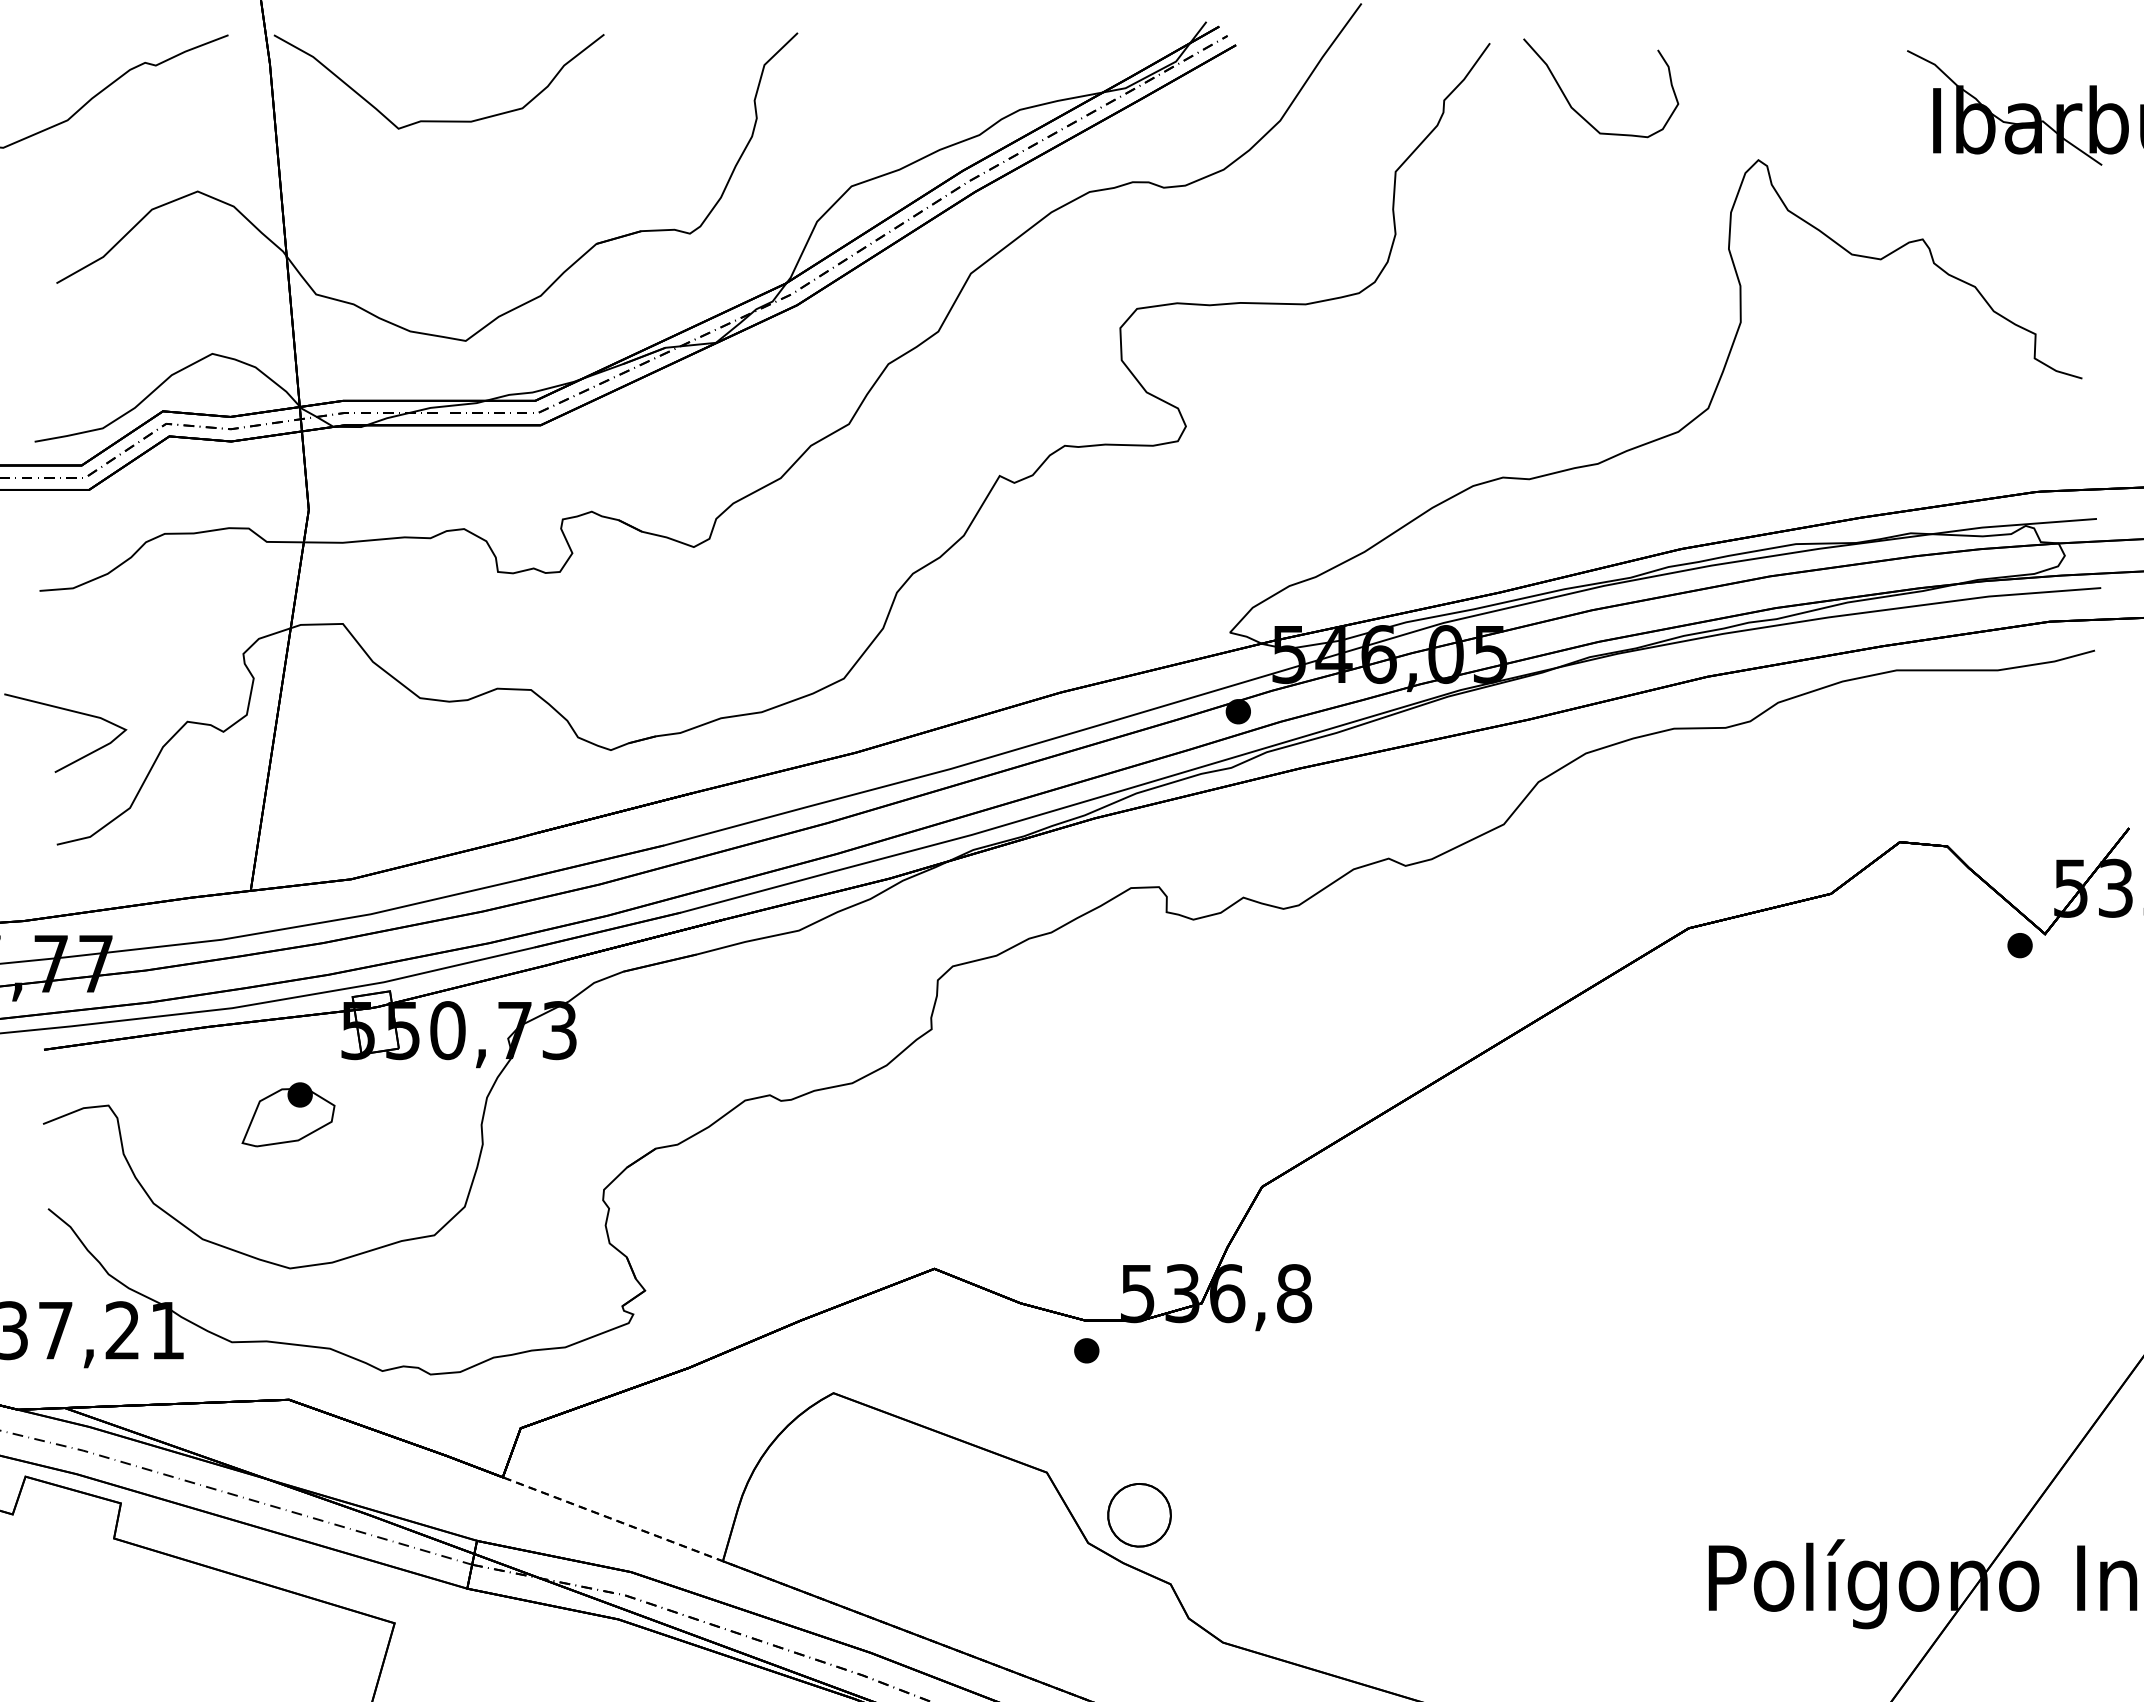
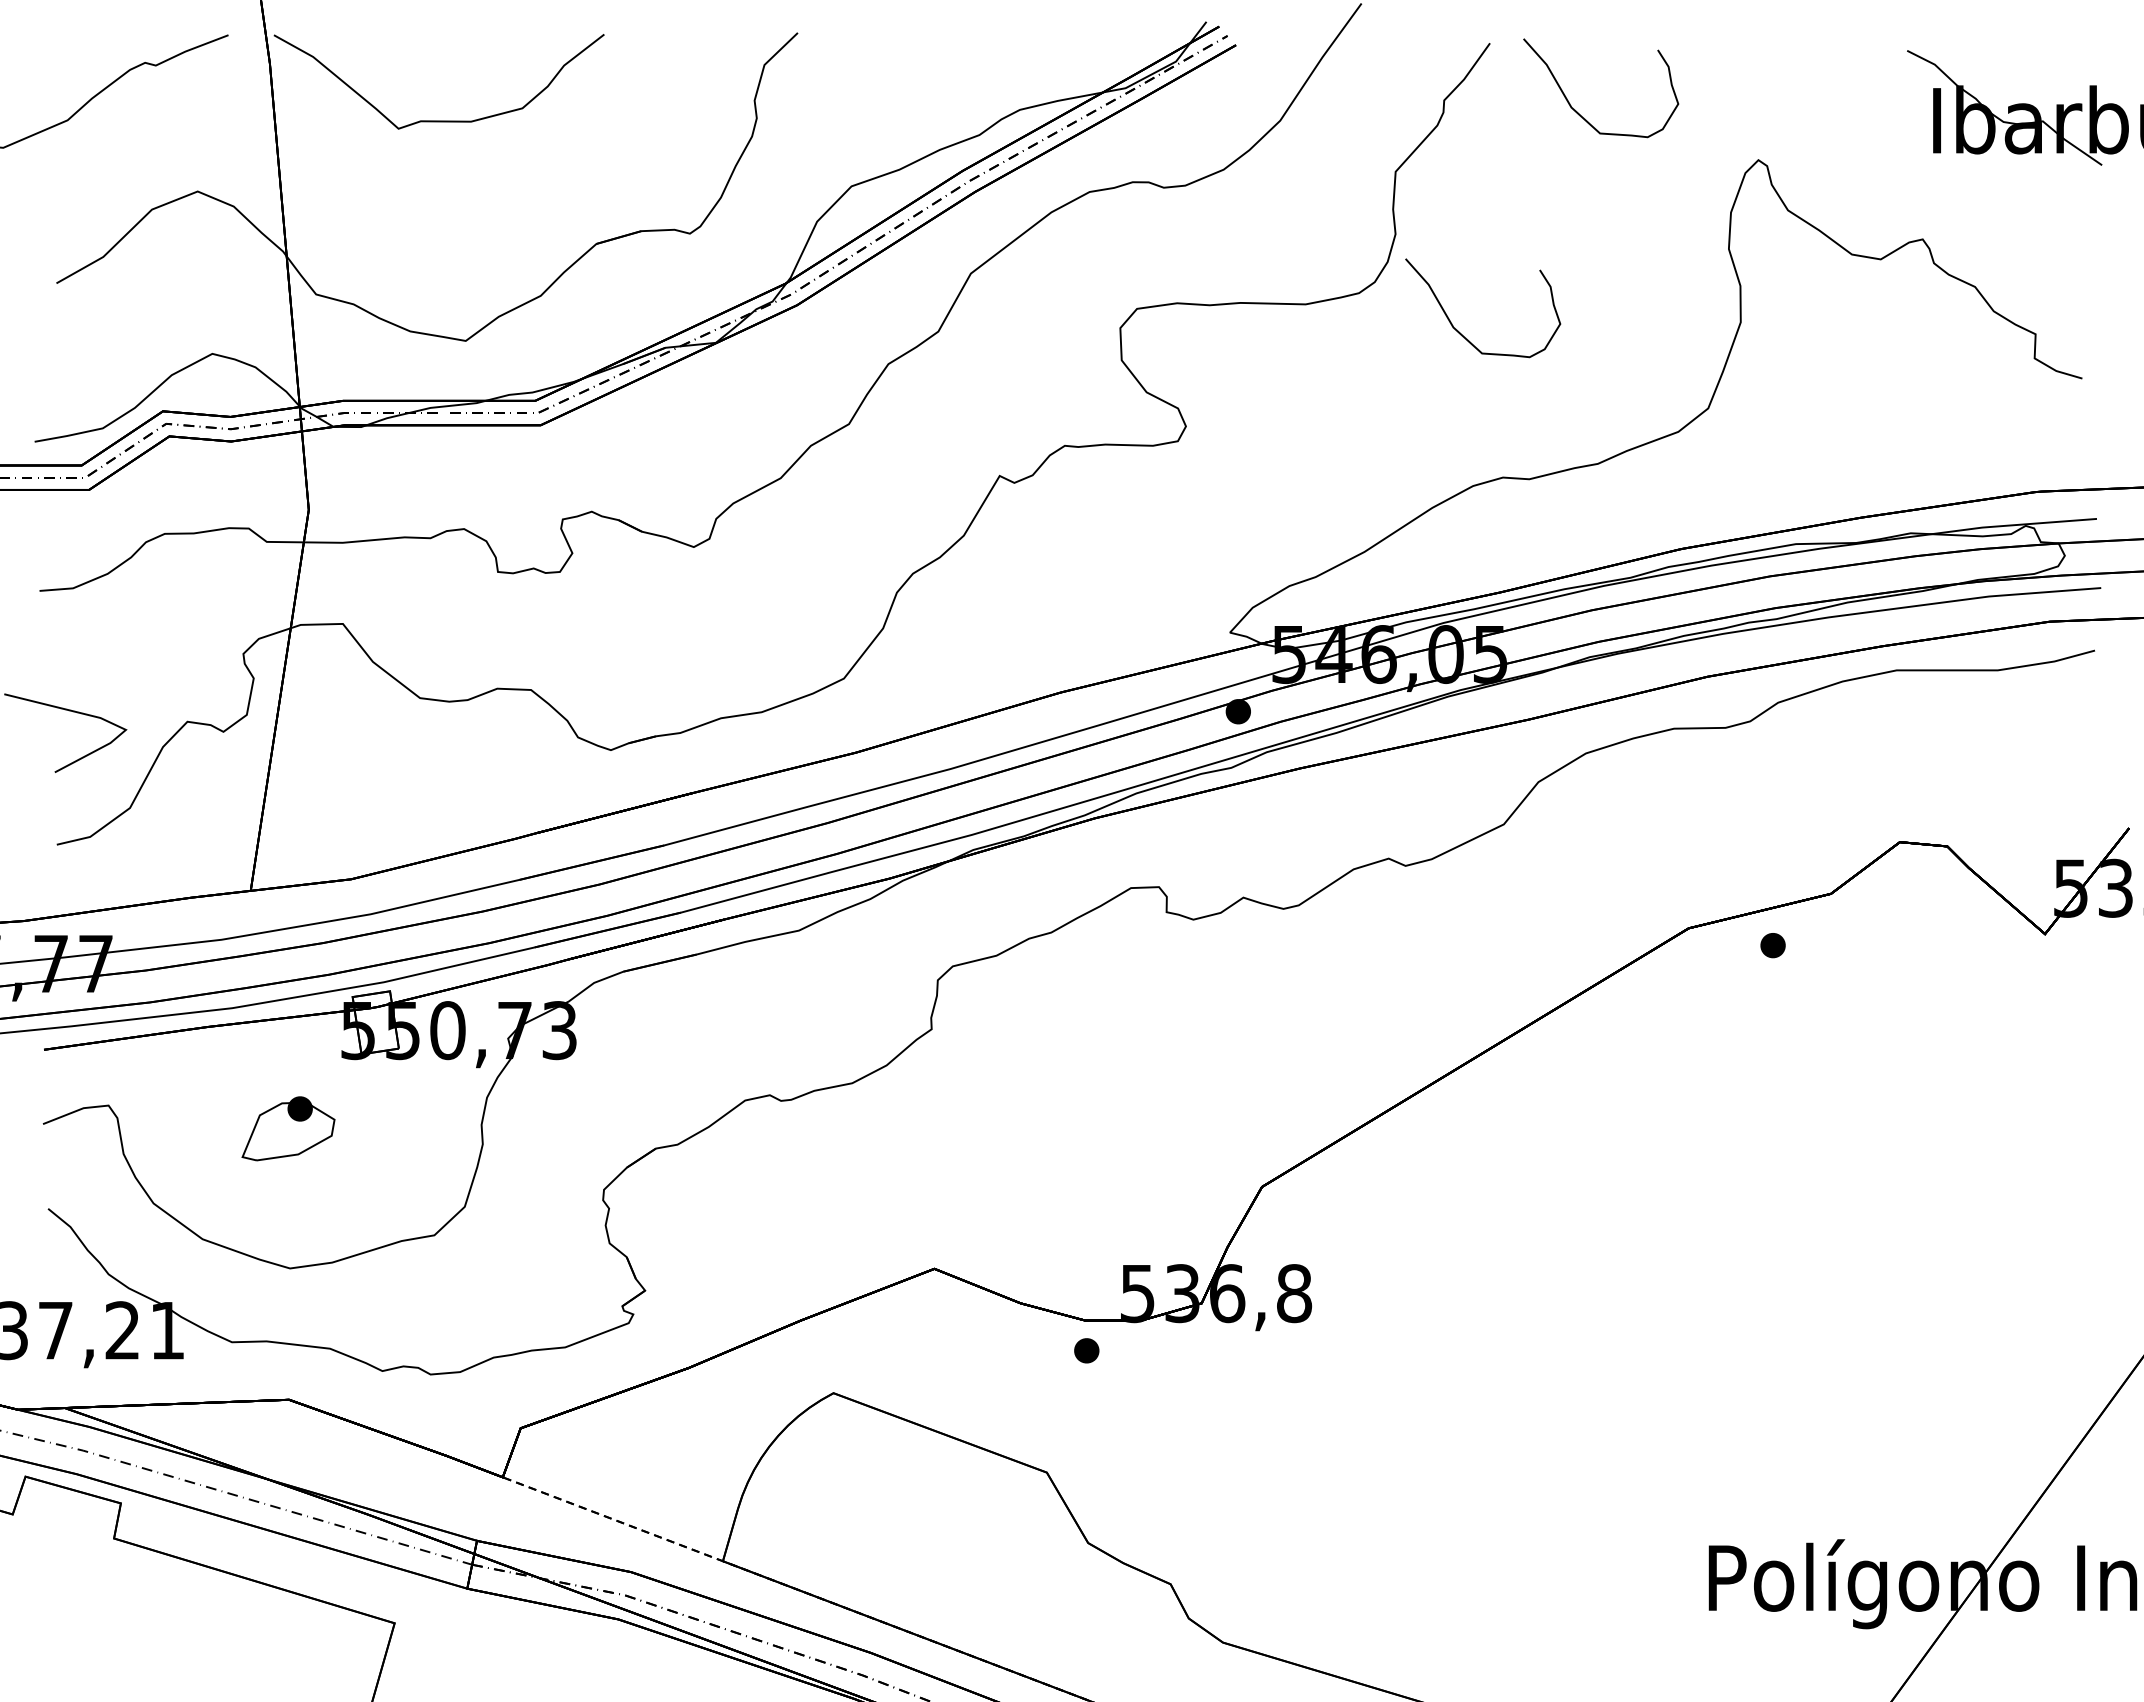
curve at (1459, 331): none -> present
part at (2019, 945) position: (2019, 945) -> (1772, 945)
part at (288, 1114) position: (288, 1114) -> (288, 1128)
part at (1139, 1515): present -> none
